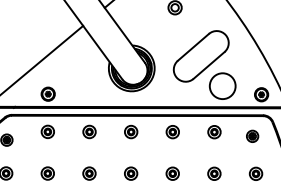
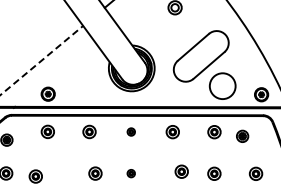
line at (41, 60): solid -> dashed
part at (131, 131) size: 15x16 px -> 10x10 px
part at (252, 135) position: (252, 135) -> (242, 135)
part at (47, 173) position: (47, 173) -> (35, 176)
part at (89, 173) position: (89, 173) -> (95, 173)
part at (131, 173) size: 15x15 px -> 10x10 px
part at (172, 173) position: (172, 173) -> (181, 171)
